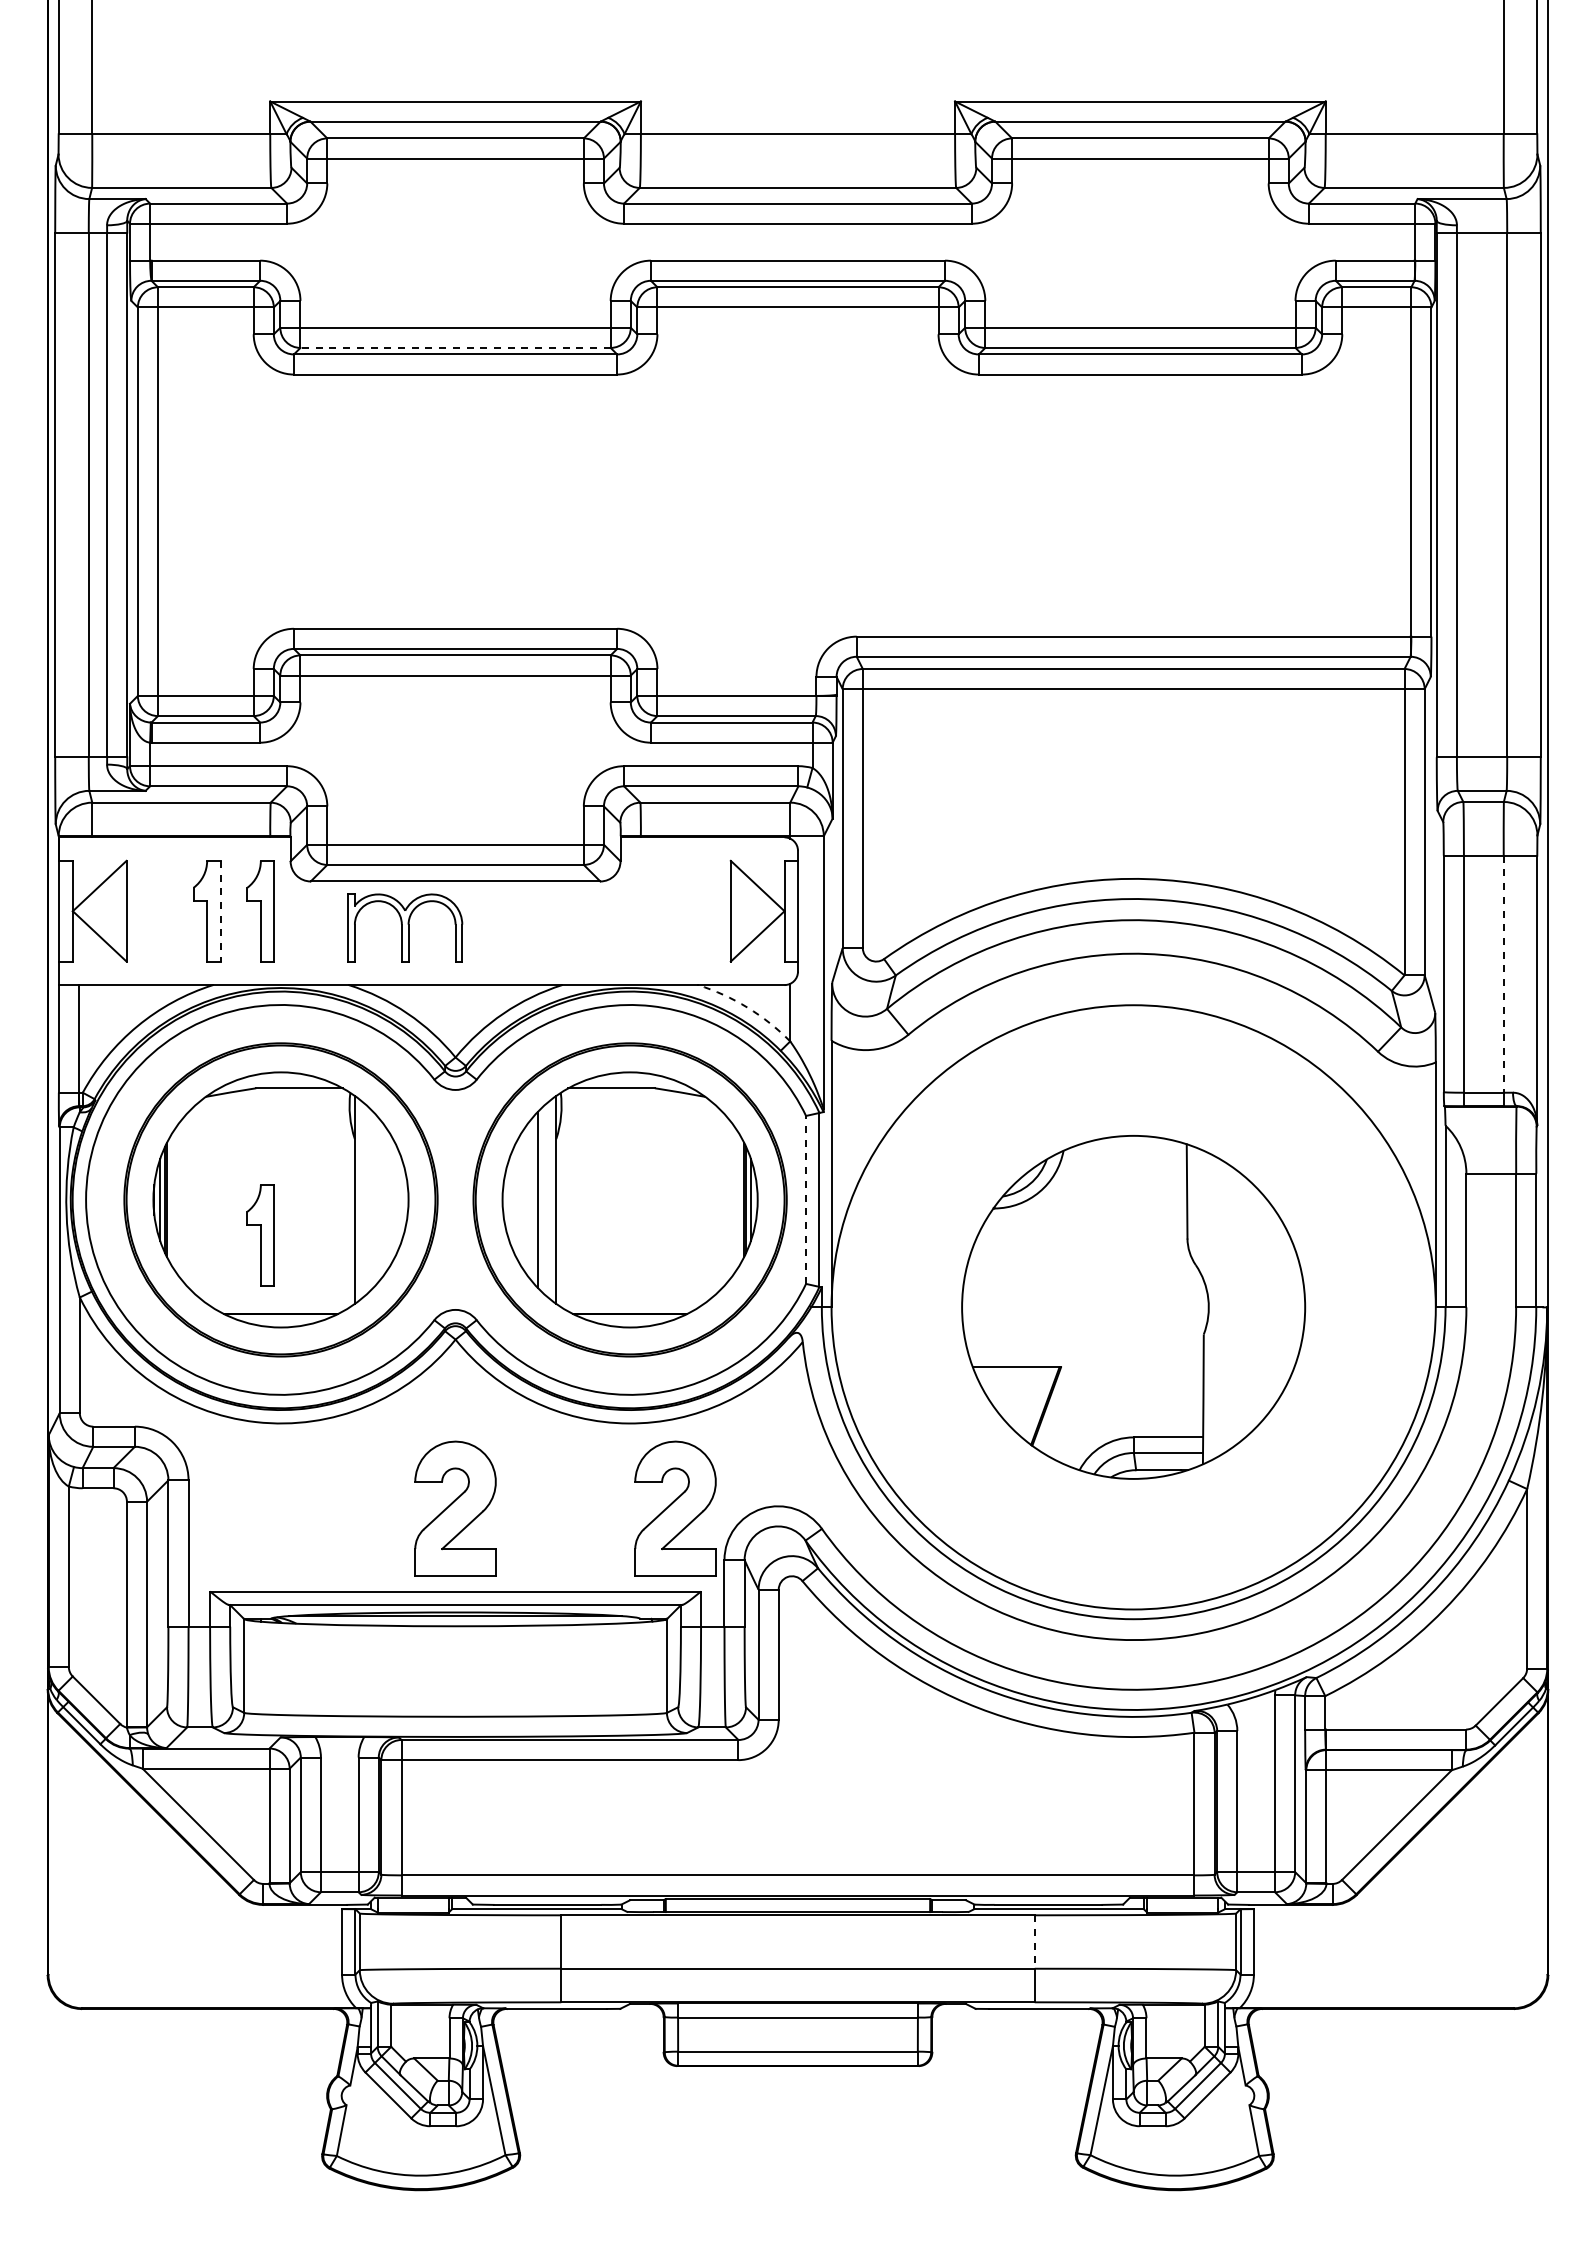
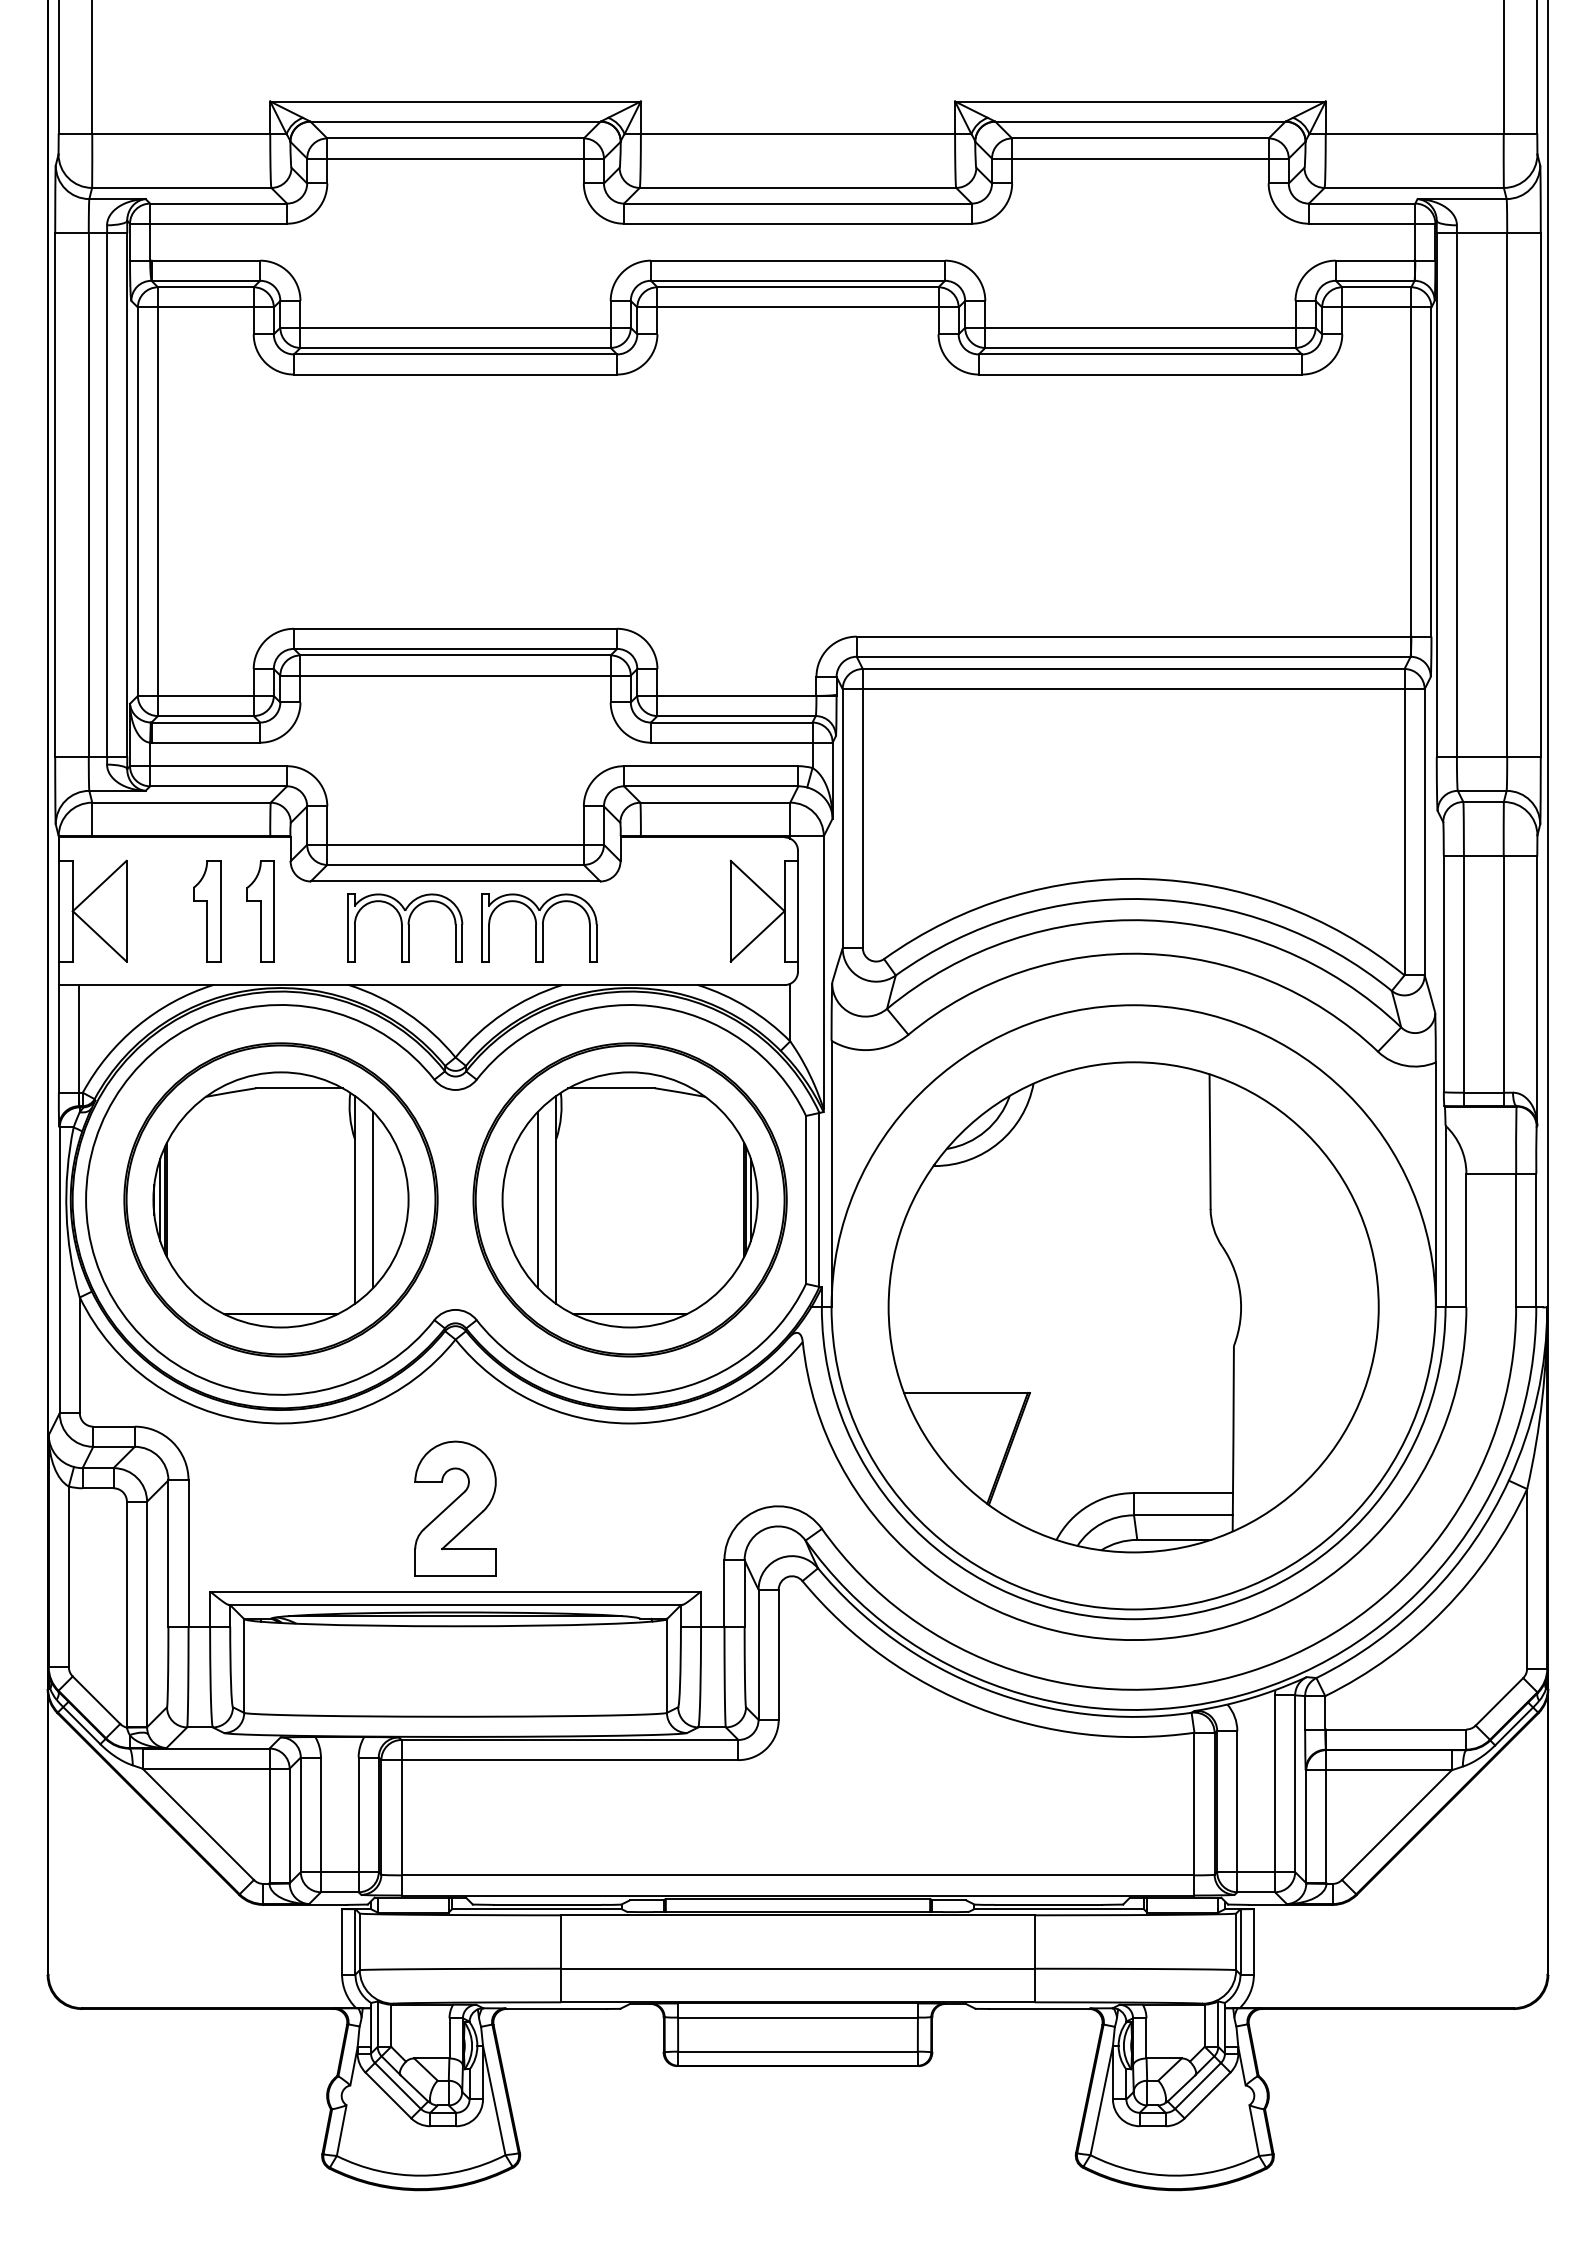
line at (455, 347): dashed -> solid
line at (220, 911): dashed -> solid
part at (539, 927): none -> present
line at (1503, 974): dashed -> solid
arc at (747, 1007): dashed -> solid
line at (373, 1199): none -> present
line at (806, 1199): dashed -> solid
part at (260, 1235): present -> none
part at (1133, 1307) size: 346x345 px -> 493x493 px
part at (675, 1508): present -> none
line at (1034, 1942): dashed -> solid
